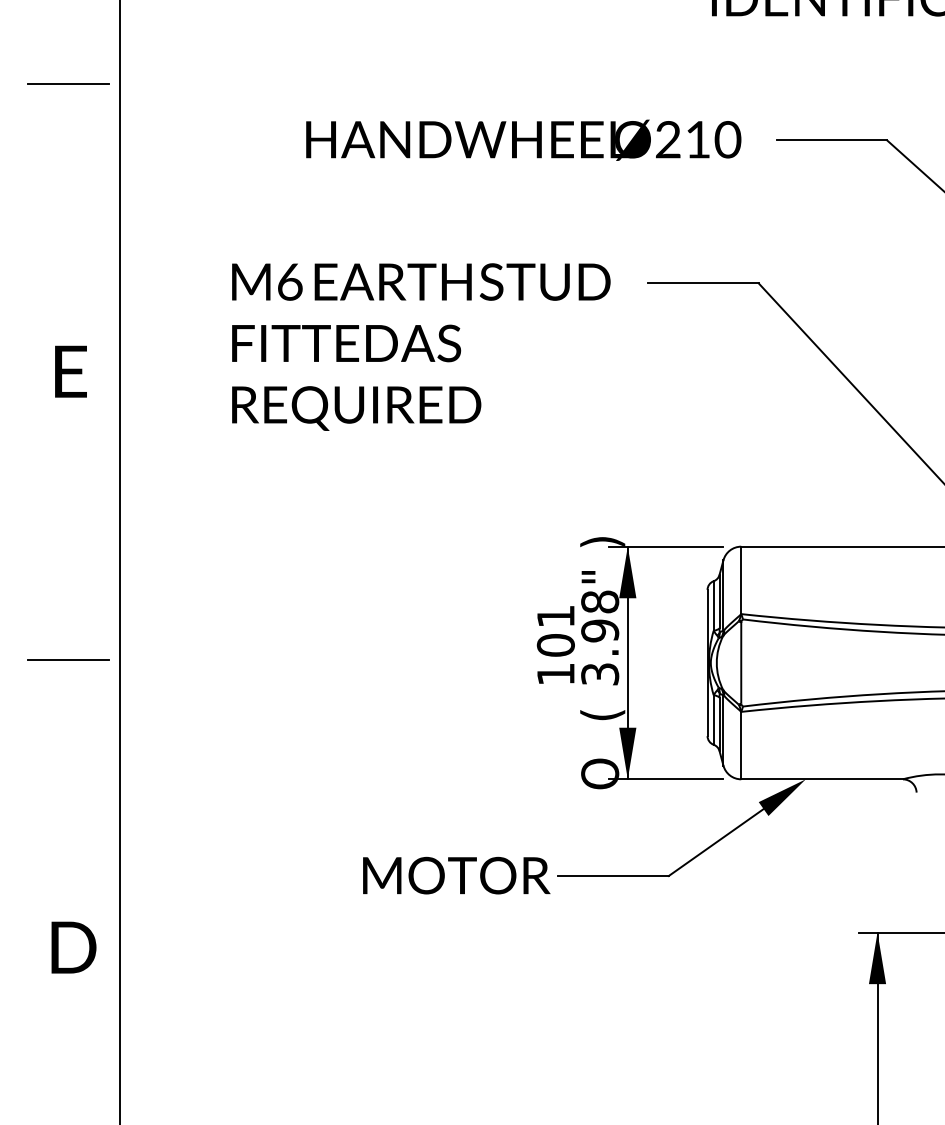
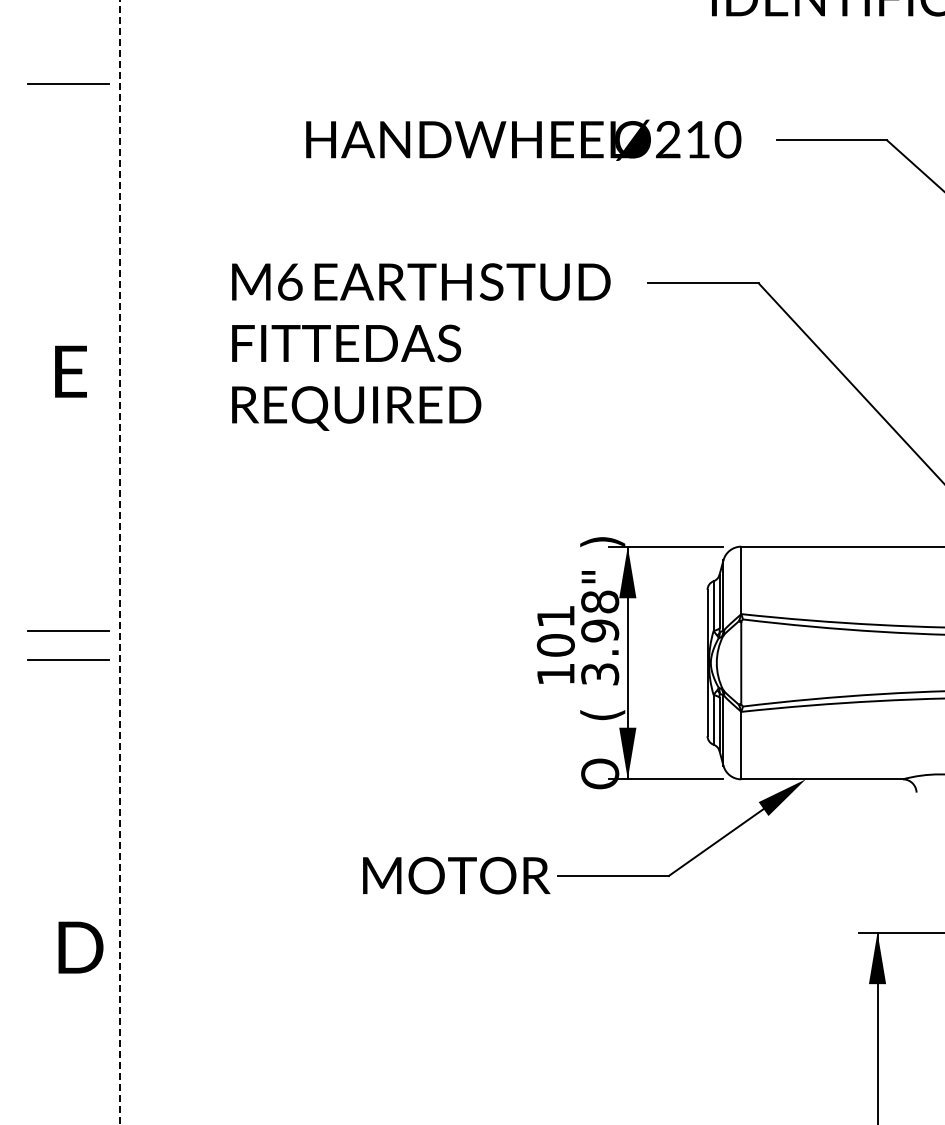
line at (120, 562): solid -> dashed
line at (68, 630): none -> present
text at (73, 947) position: (73, 947) -> (80, 947)
